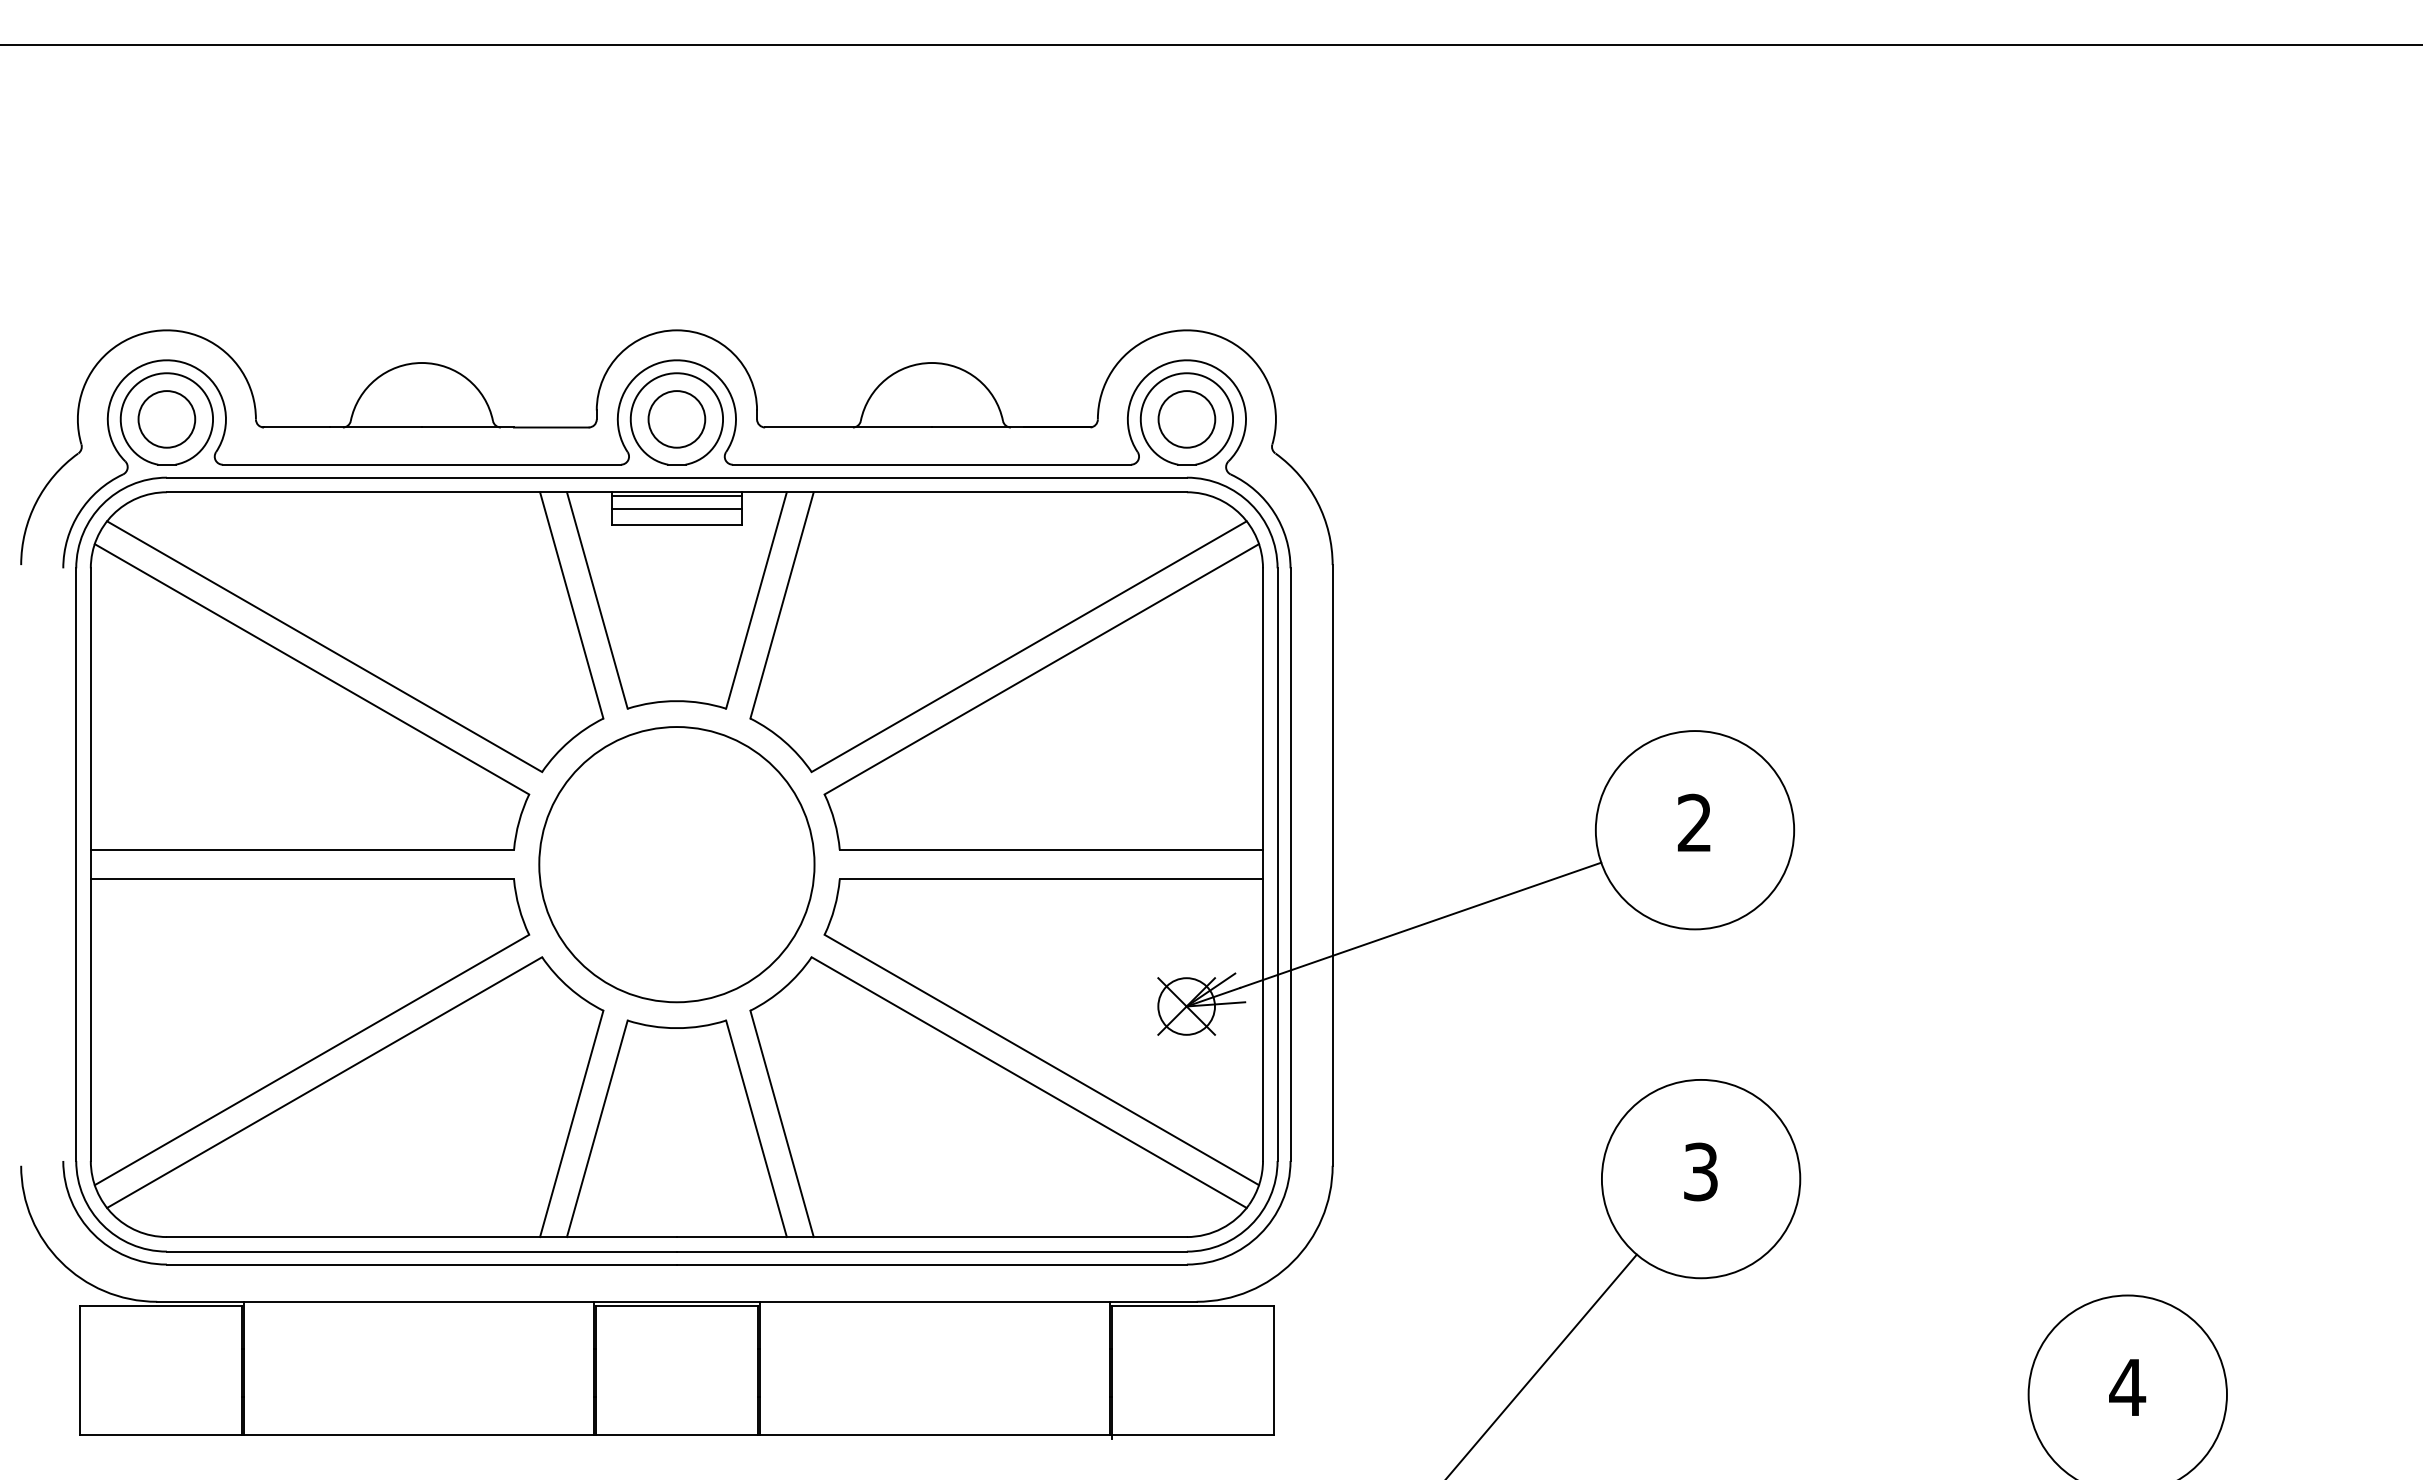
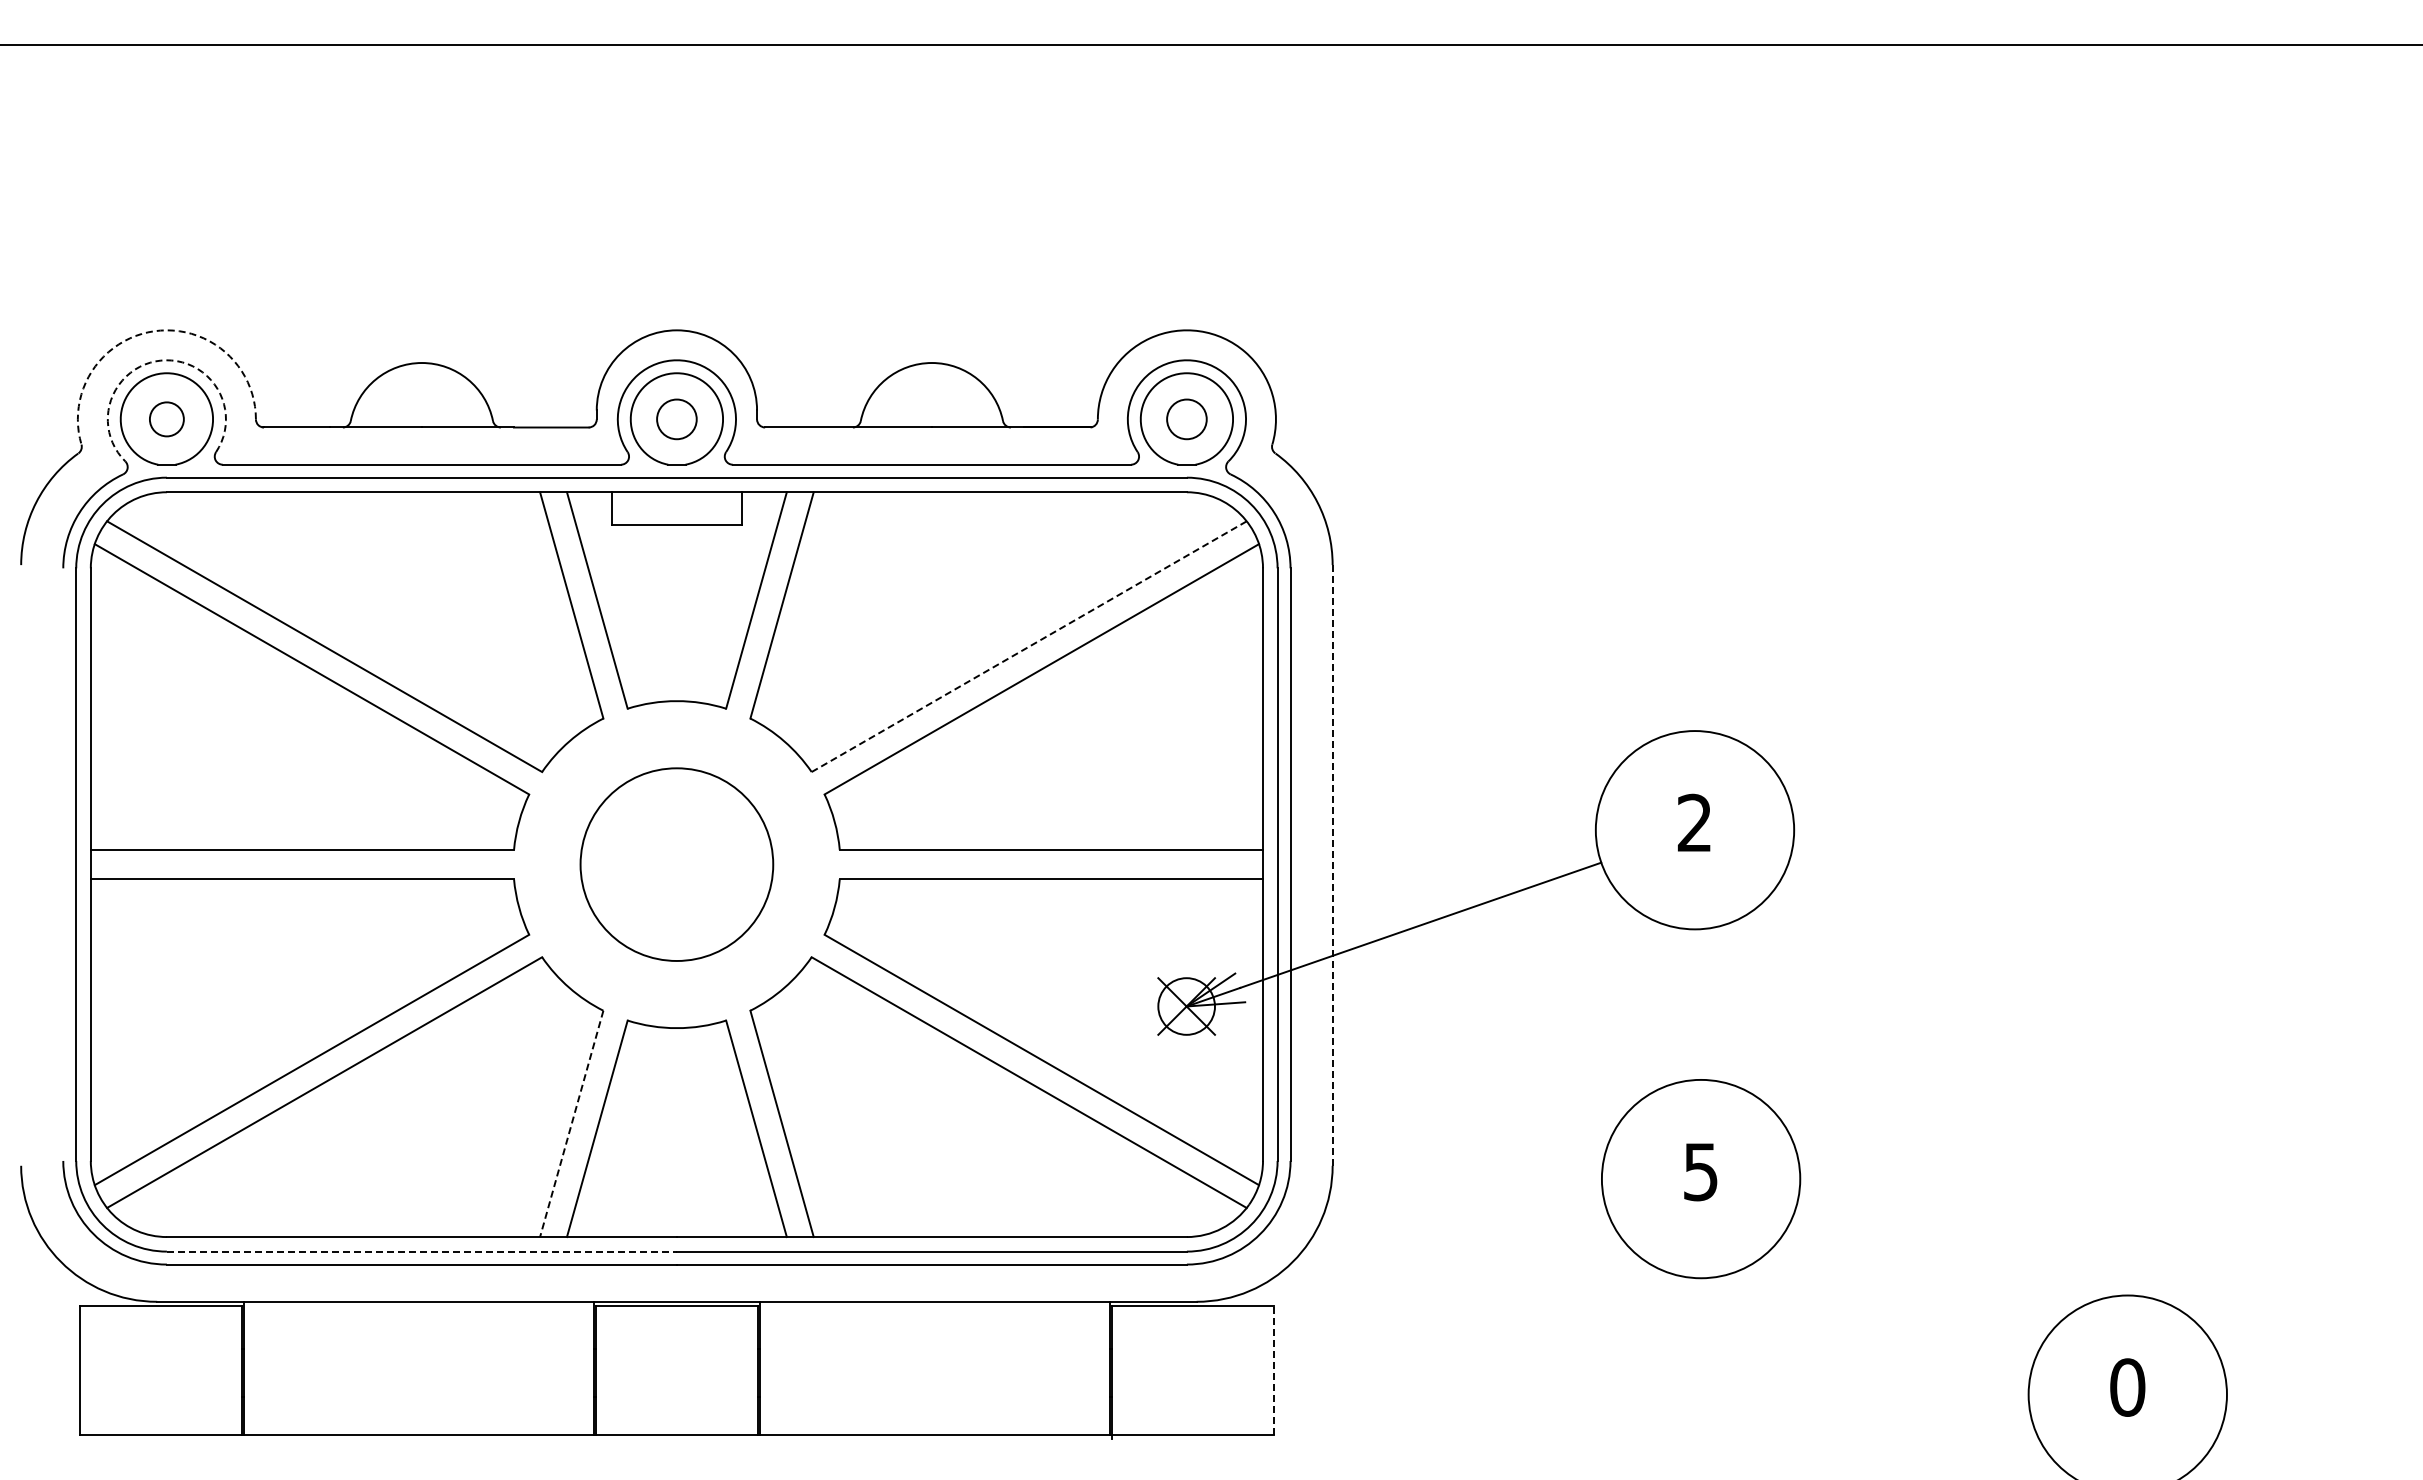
arc at (154, 331): solid -> dashed
arc at (160, 360): solid -> dashed
circle at (166, 419) diameter: 57 px -> 34 px
circle at (676, 419) diameter: 57 px -> 40 px
circle at (1186, 419) diameter: 57 px -> 40 px
line at (676, 496): present -> none
line at (676, 509): present -> none
line at (1029, 646): solid -> dashed
circle at (676, 864) diameter: 275 px -> 193 px
line at (1332, 865): solid -> dashed
line at (571, 1123): solid -> dashed
text at (1700, 1171): 3 -> 5
line at (421, 1251): solid -> dashed
line at (1542, 1365): present -> none
line at (1273, 1370): solid -> dashed
text at (2127, 1387): 4 -> 0
